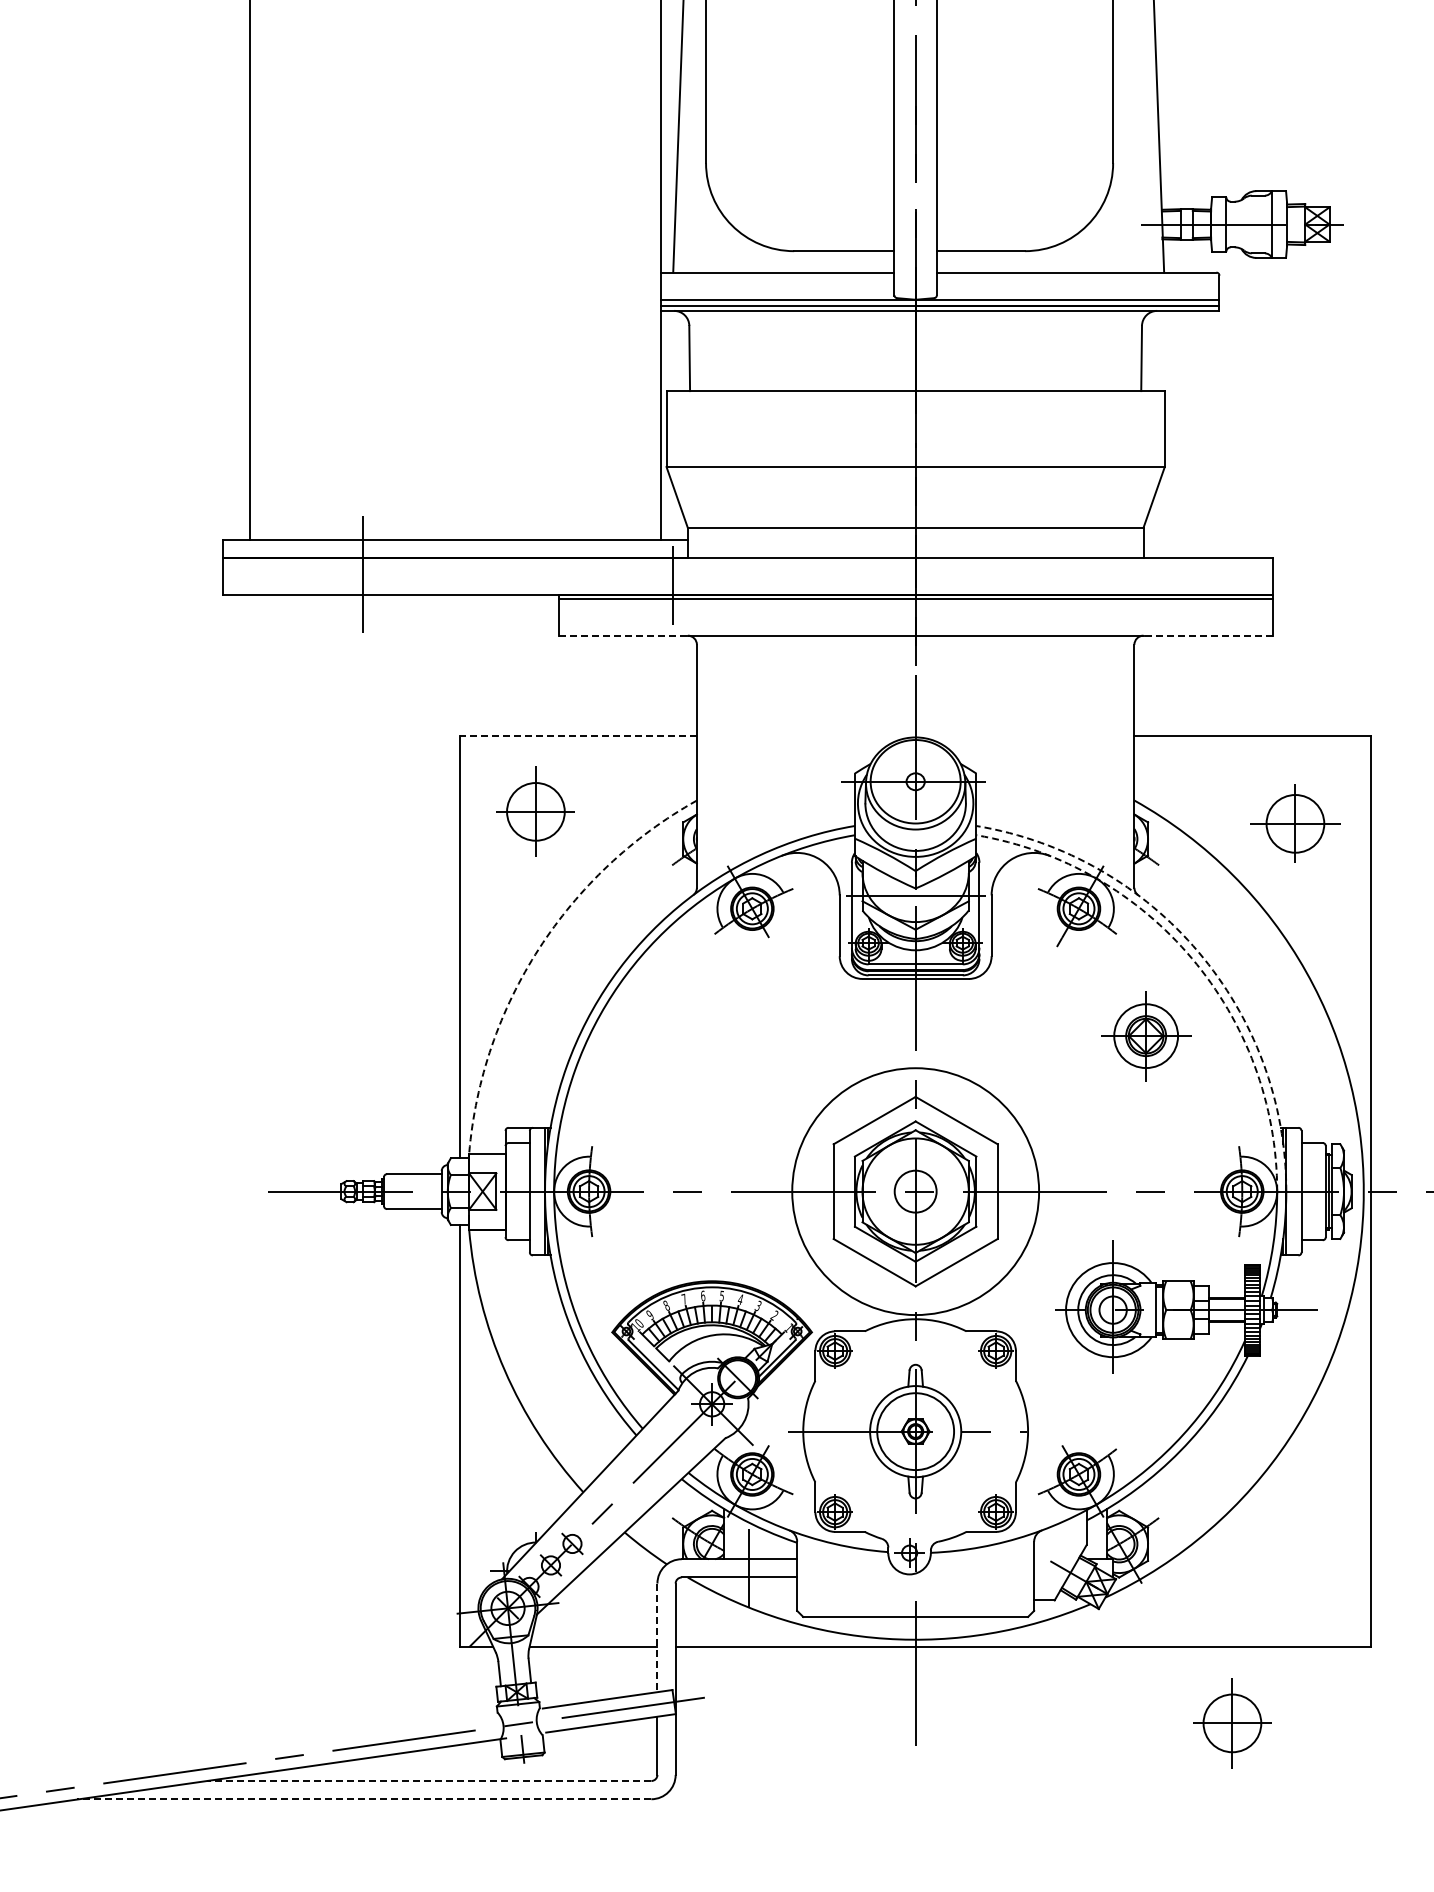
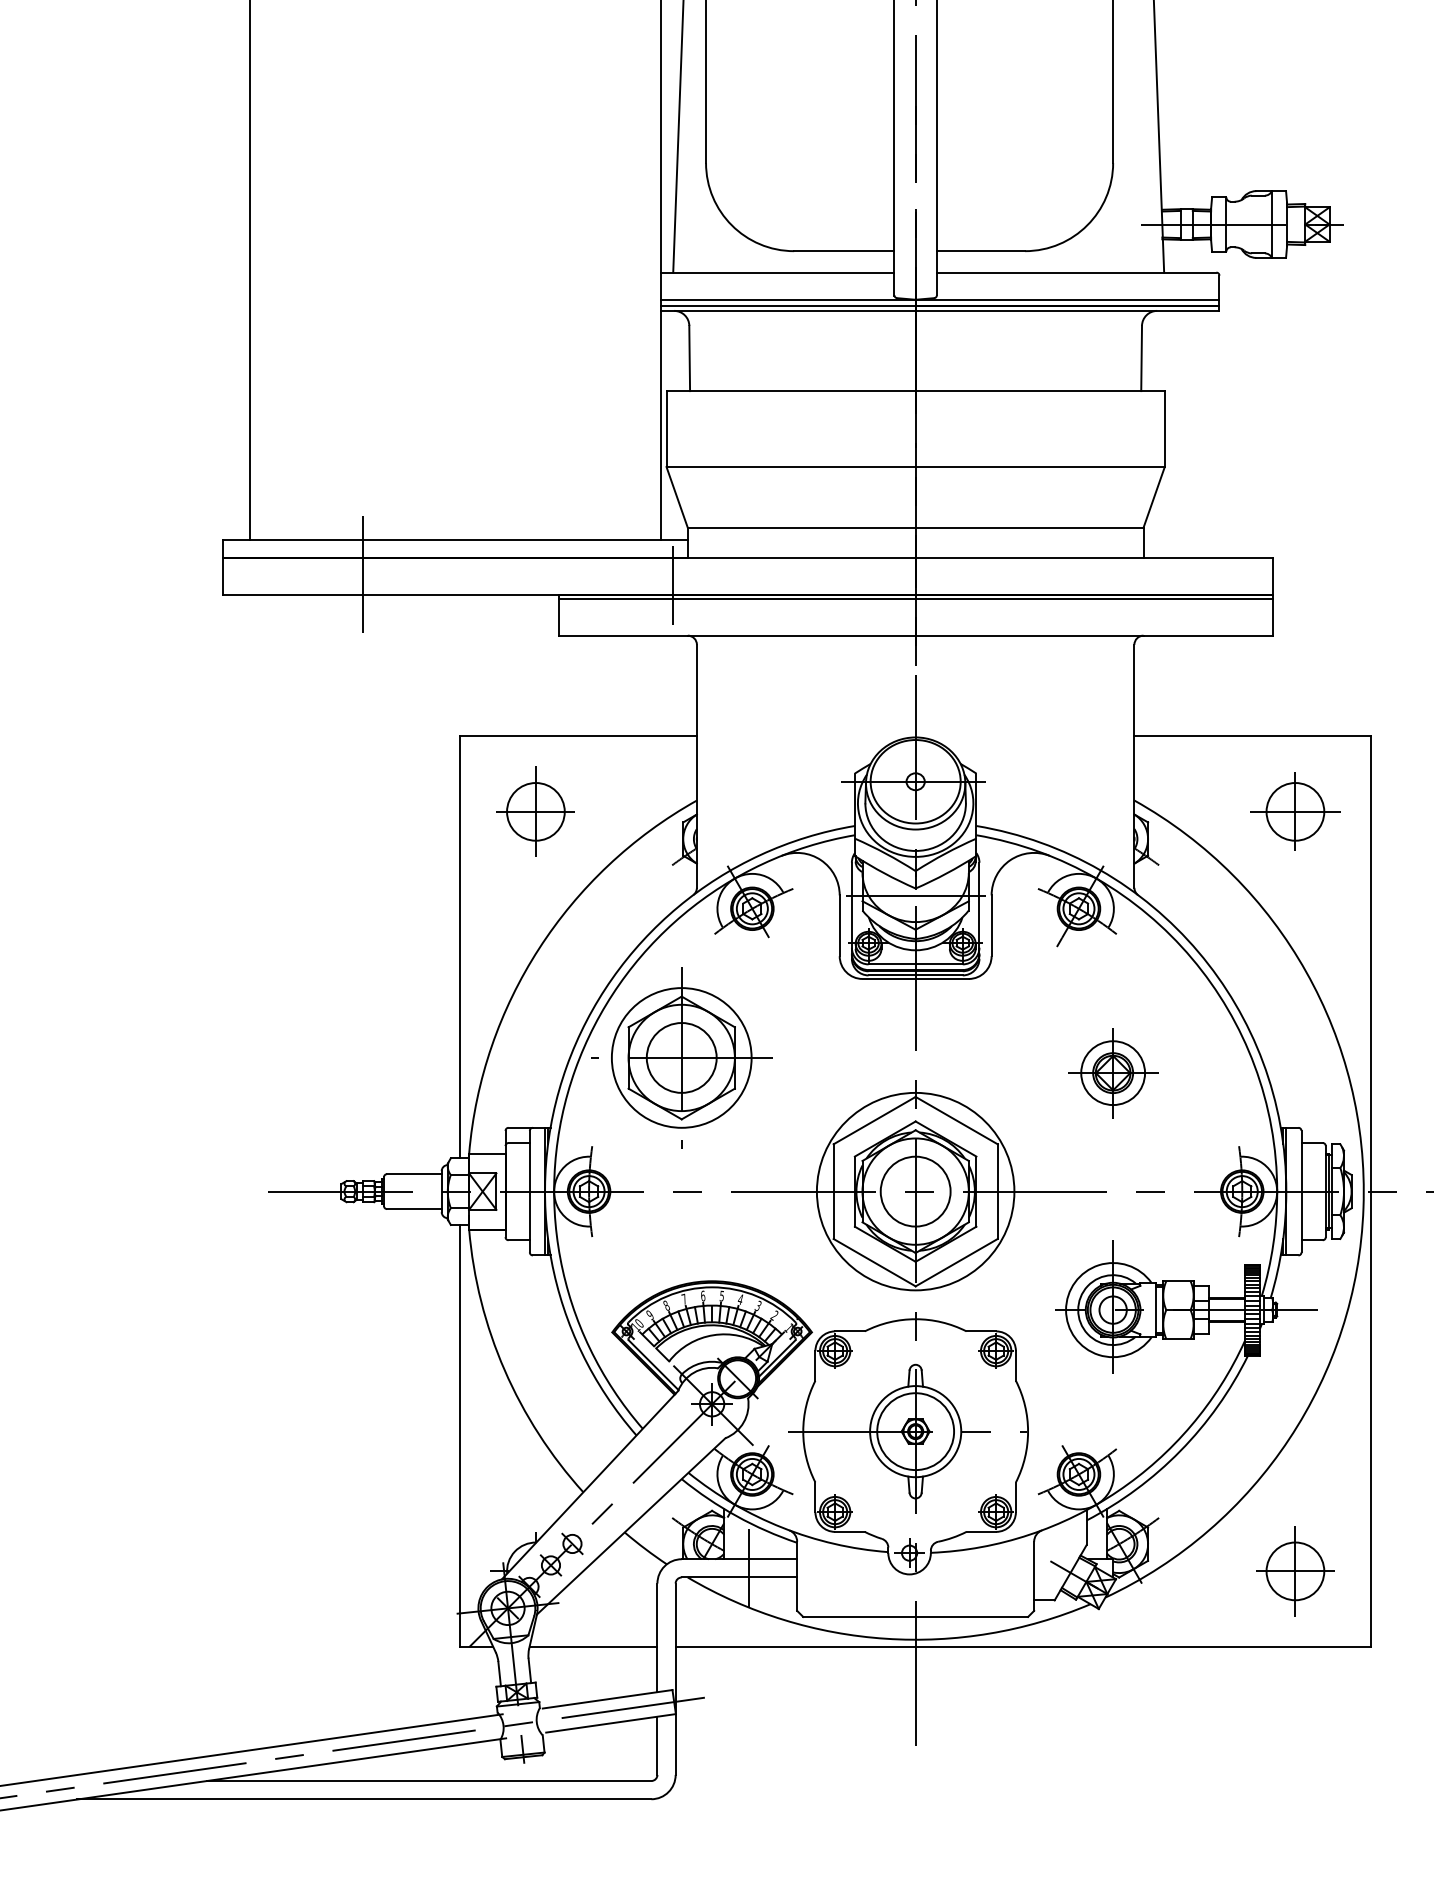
line at (623, 635): dashed -> solid
line at (1208, 635): dashed -> solid
line at (577, 735): dashed -> solid
part at (1295, 823) position: (1295, 823) -> (1295, 811)
arc at (539, 948): dashed -> solid
arc at (1198, 951): dashed -> solid
arc at (1191, 958): dashed -> solid
part at (1146, 1036) position: (1146, 1036) -> (1113, 1073)
part at (681, 1057): none -> present
circle at (915, 1191) diameter: 247 px -> 197 px
circle at (915, 1191) diameter: 42 px -> 70 px
line at (657, 1638): dashed -> solid
part at (1232, 1723) position: (1232, 1723) -> (1295, 1571)
line at (252, 1749): none -> present
line at (428, 1781): dashed -> solid
line at (363, 1799): dashed -> solid
